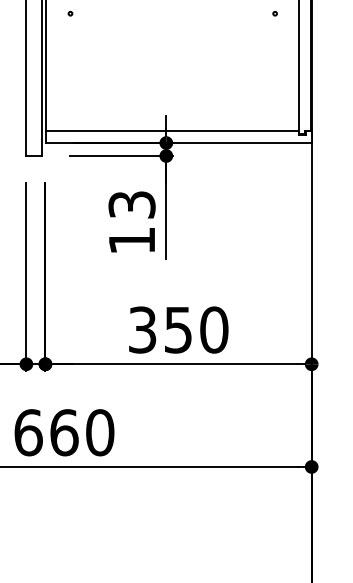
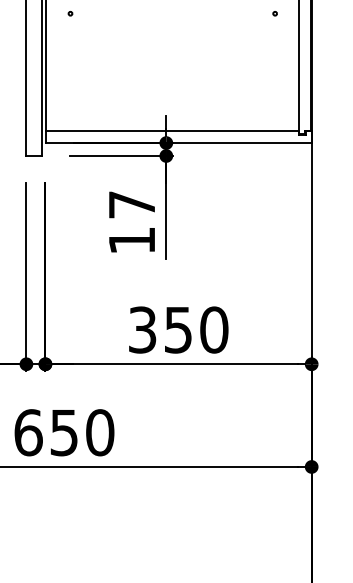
text at (131, 204): 13 -> 17
text at (64, 432): 660 -> 650
